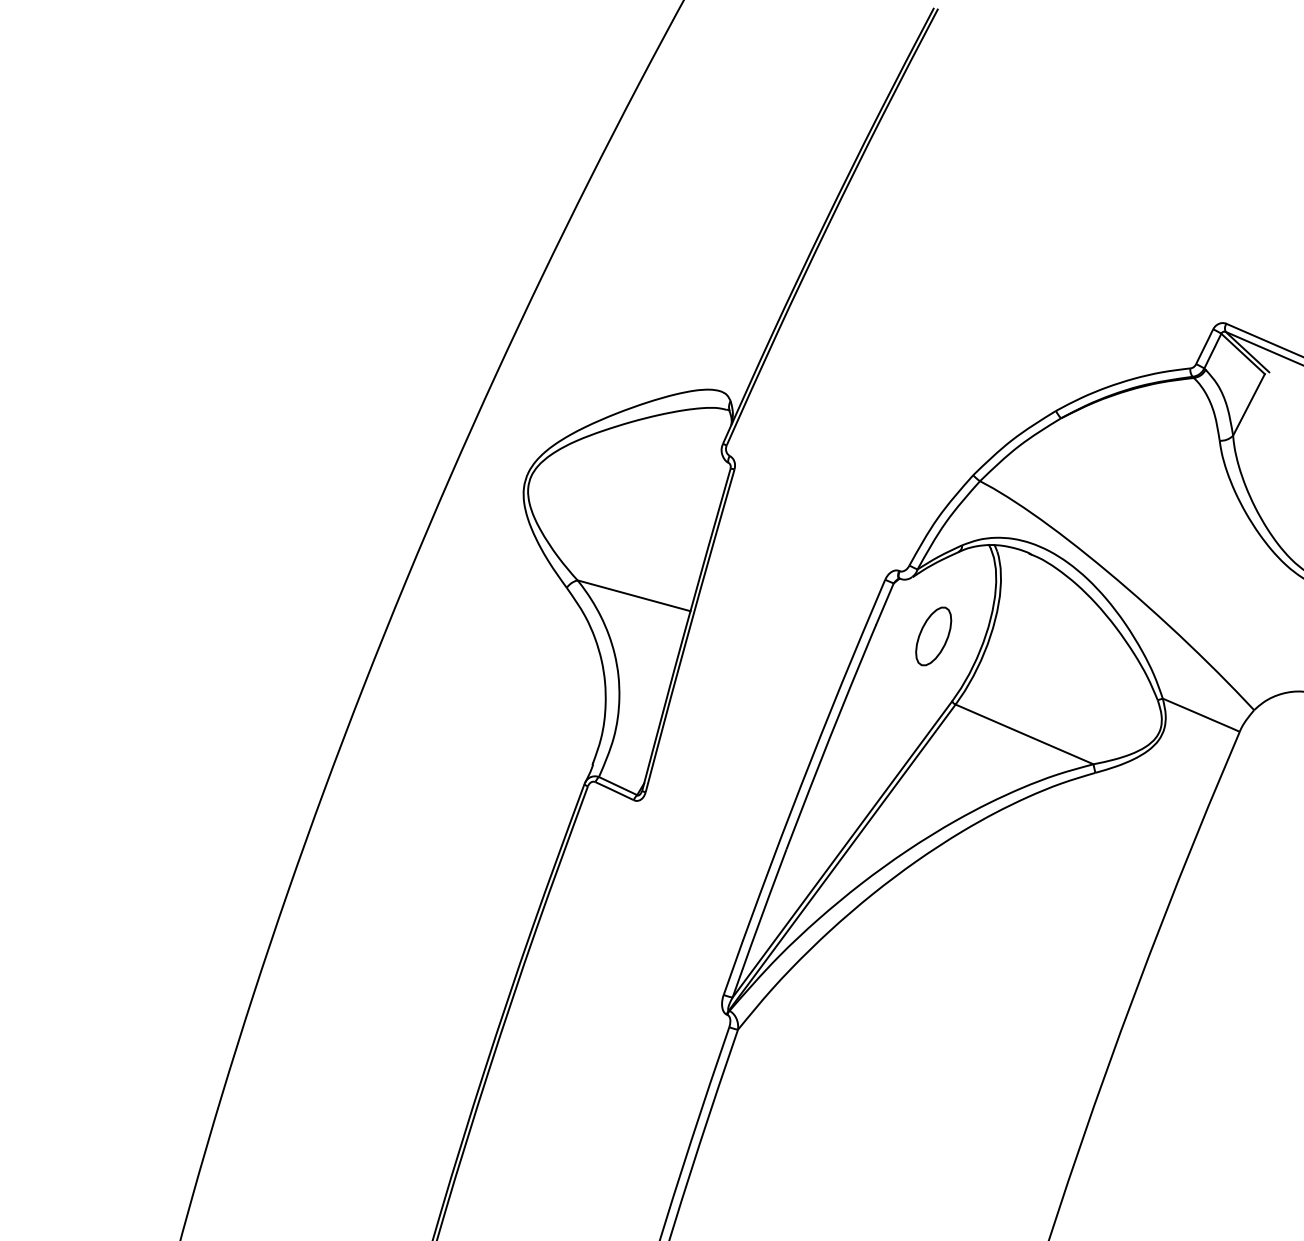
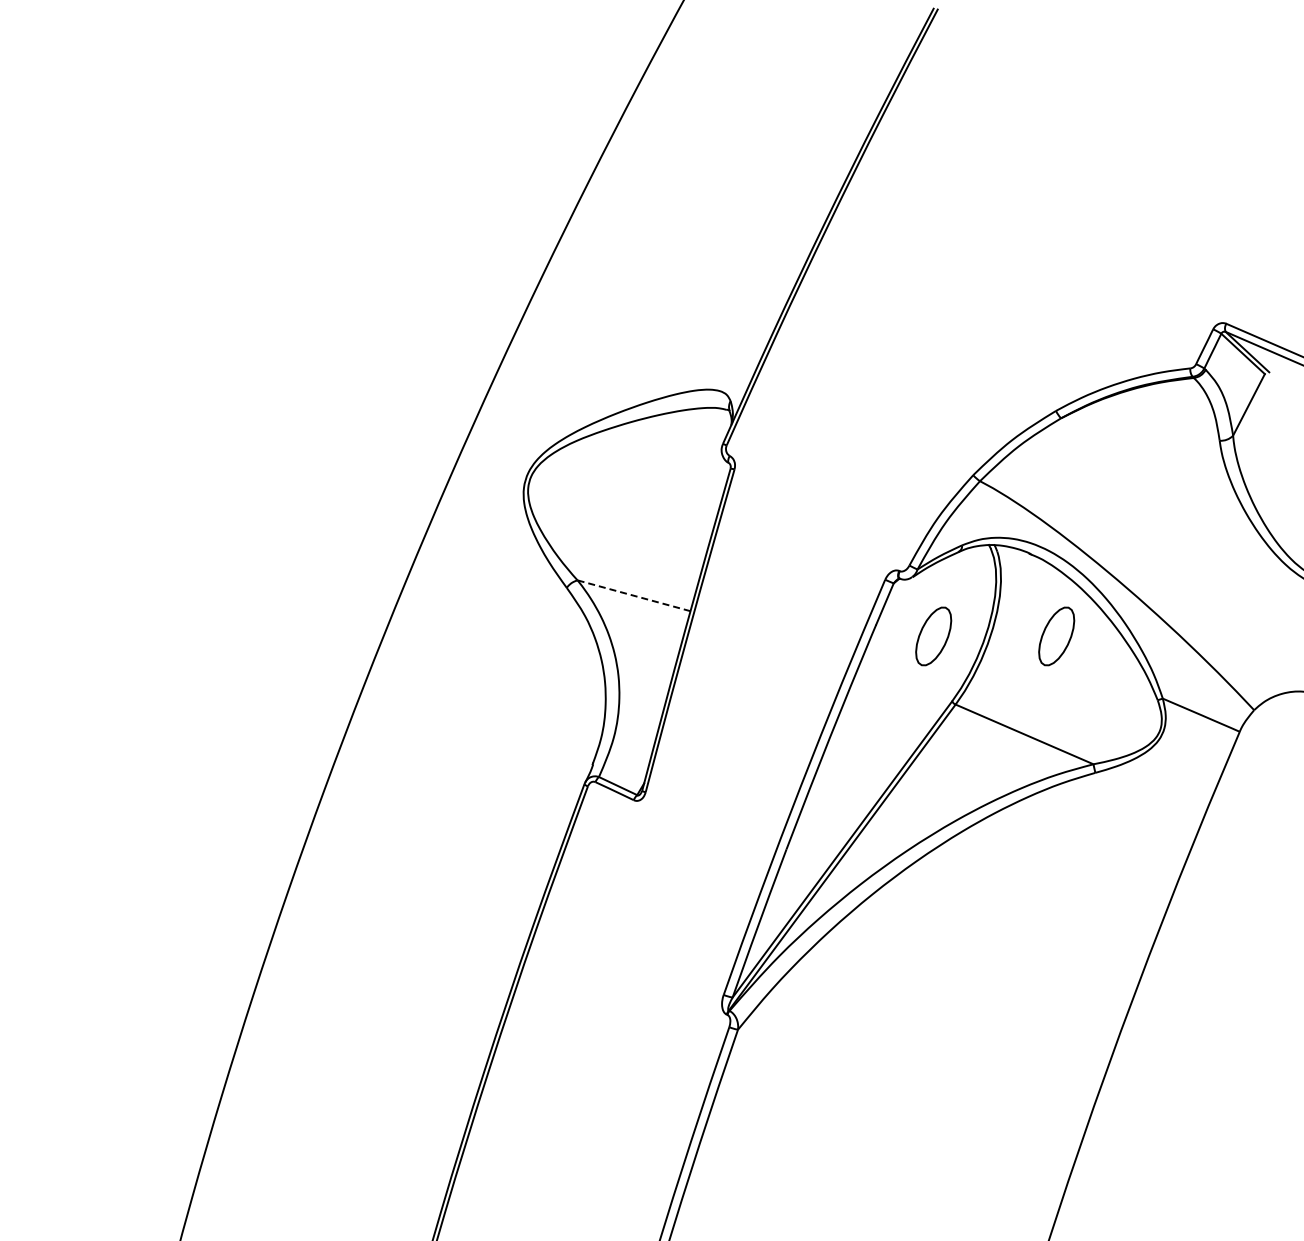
line at (634, 595): solid -> dashed
part at (1056, 636): none -> present
